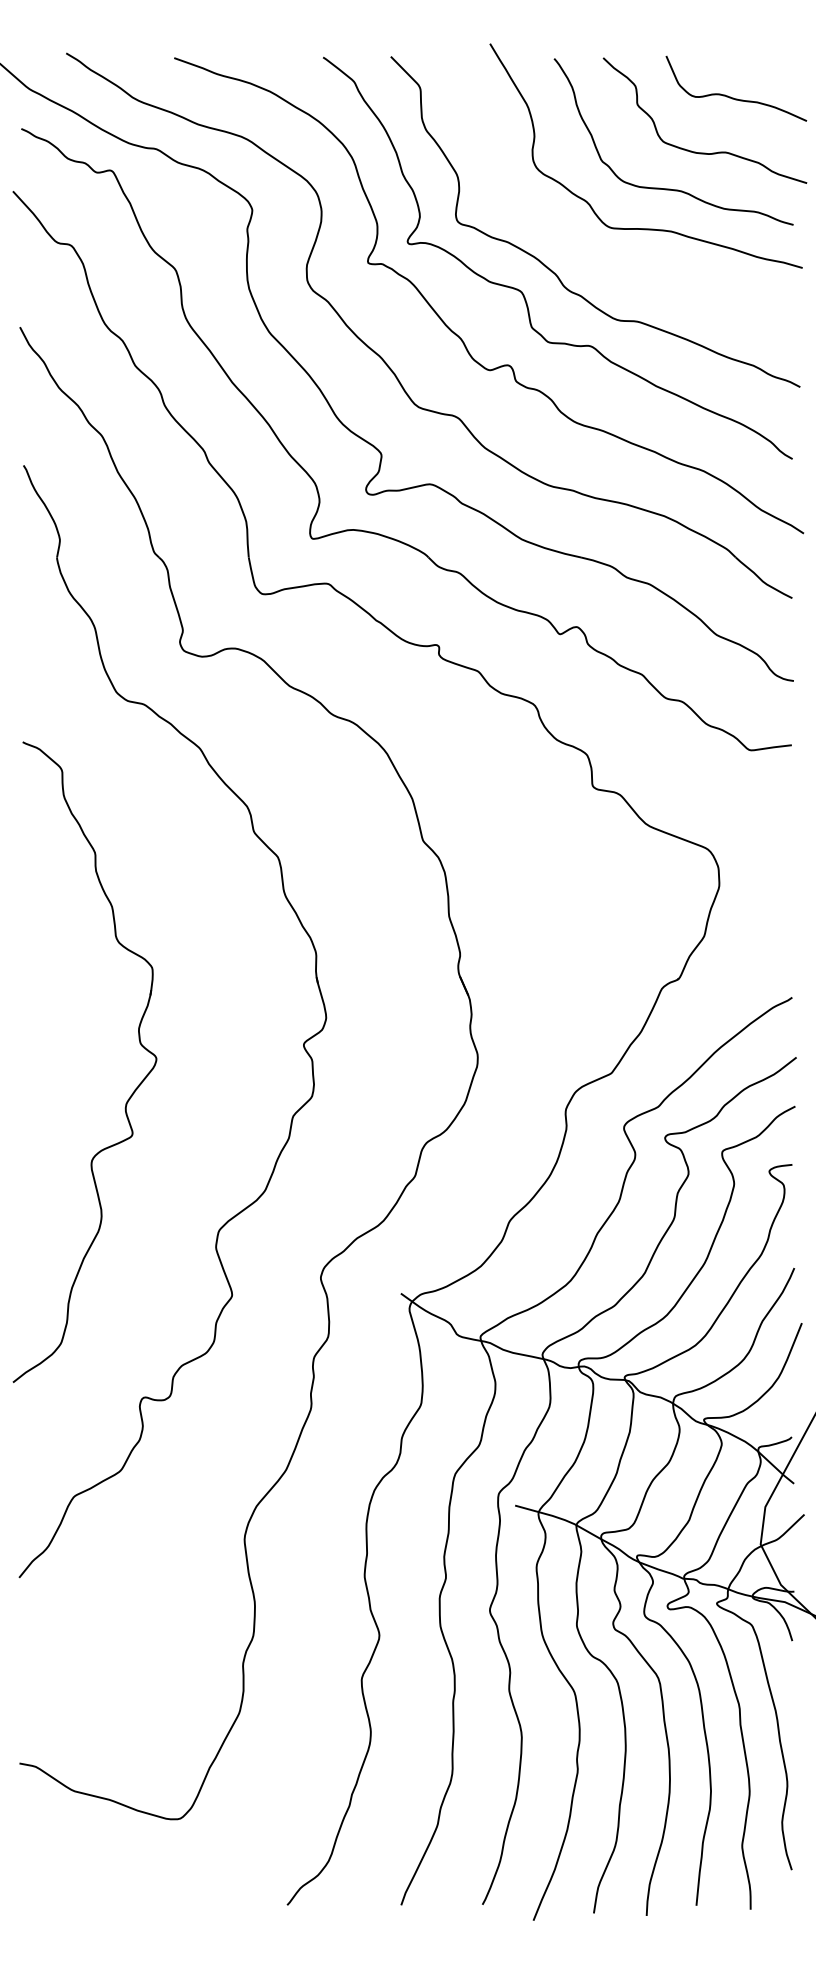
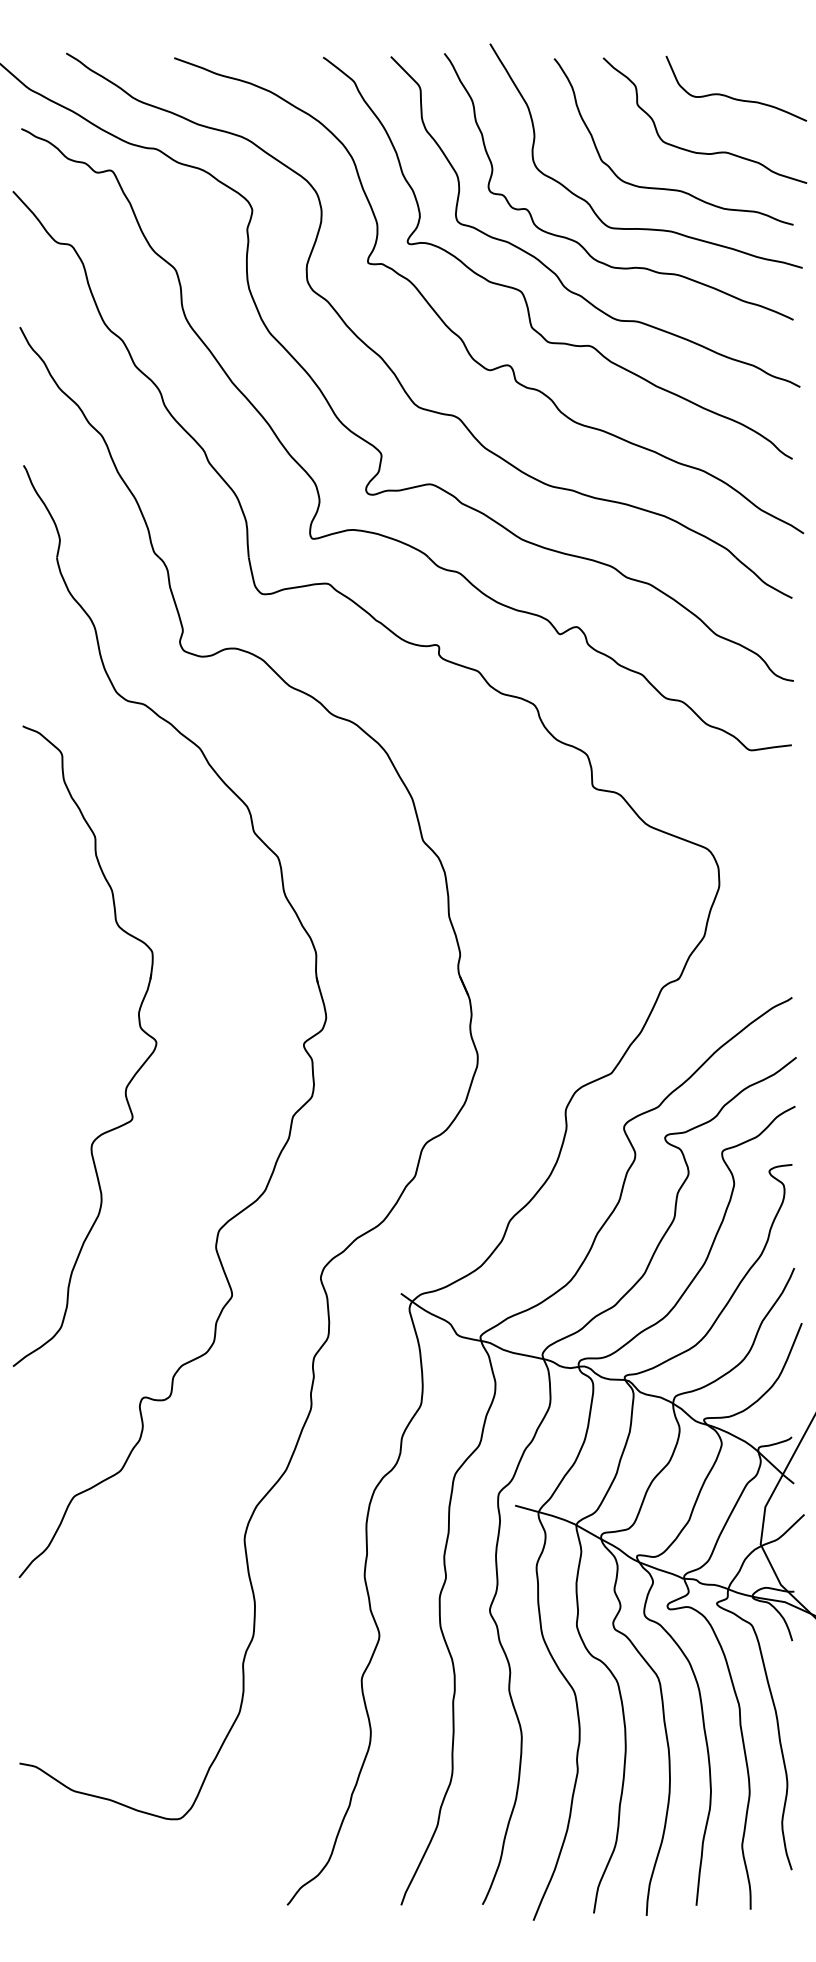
curve at (580, 243): none -> present
part at (132, 1092) position: (132, 1092) -> (132, 1076)
